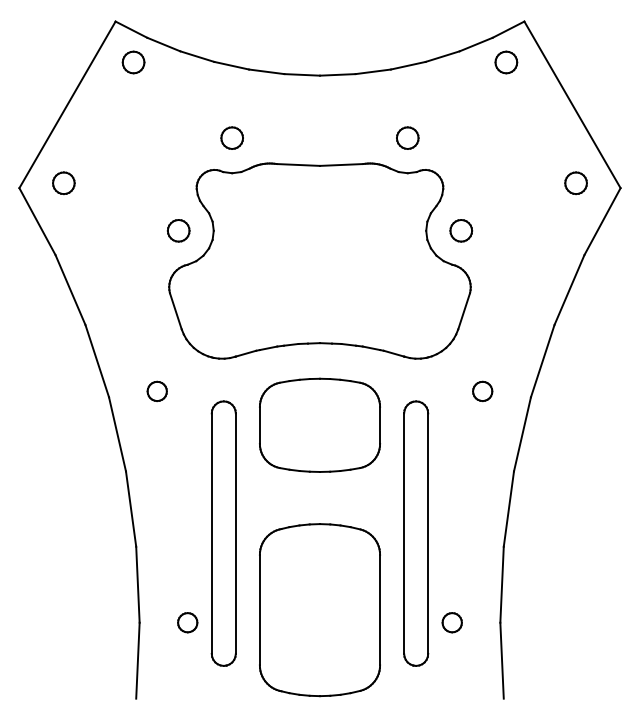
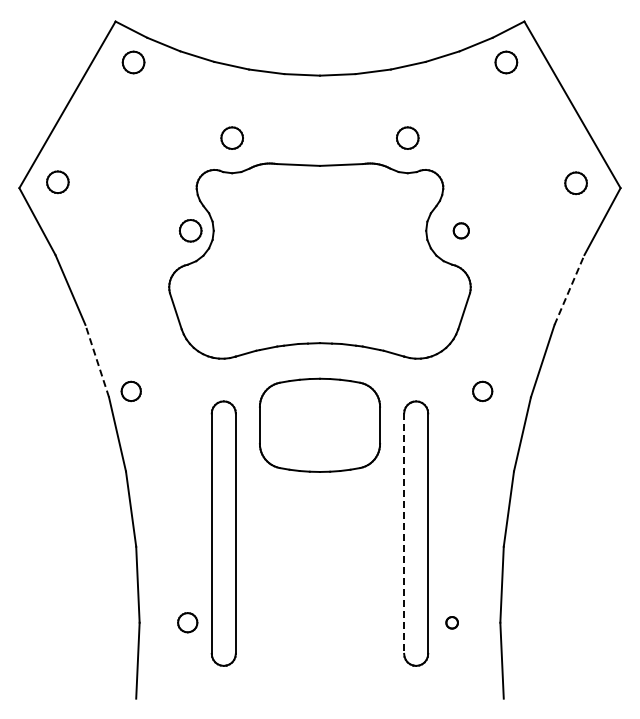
part at (63, 183) position: (63, 183) -> (57, 182)
part at (178, 230) position: (178, 230) -> (190, 230)
part at (461, 230) size: 25x24 px -> 18x18 px
line at (569, 289): solid -> dashed
line at (97, 360): solid -> dashed
part at (156, 391) position: (156, 391) -> (130, 391)
line at (404, 534): solid -> dashed
part at (319, 610): present -> none
part at (451, 622) size: 22x22 px -> 14x14 px
